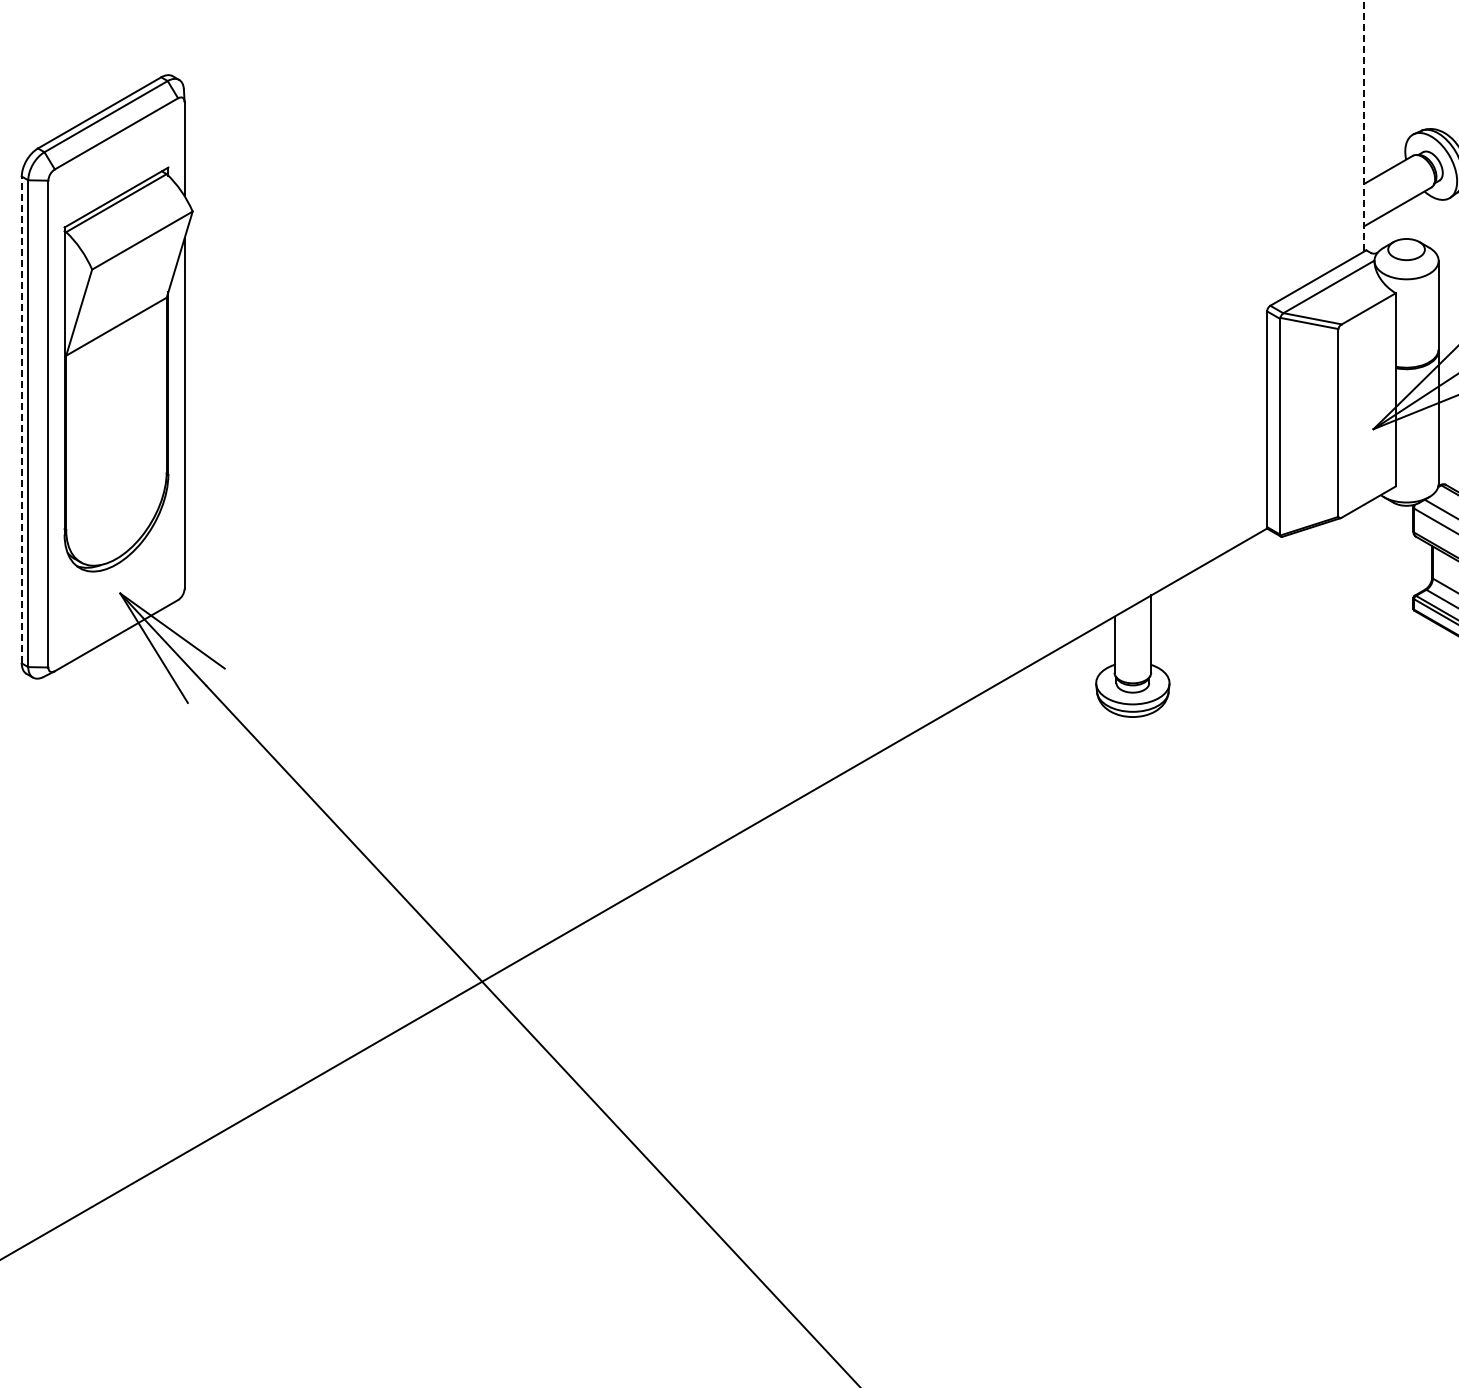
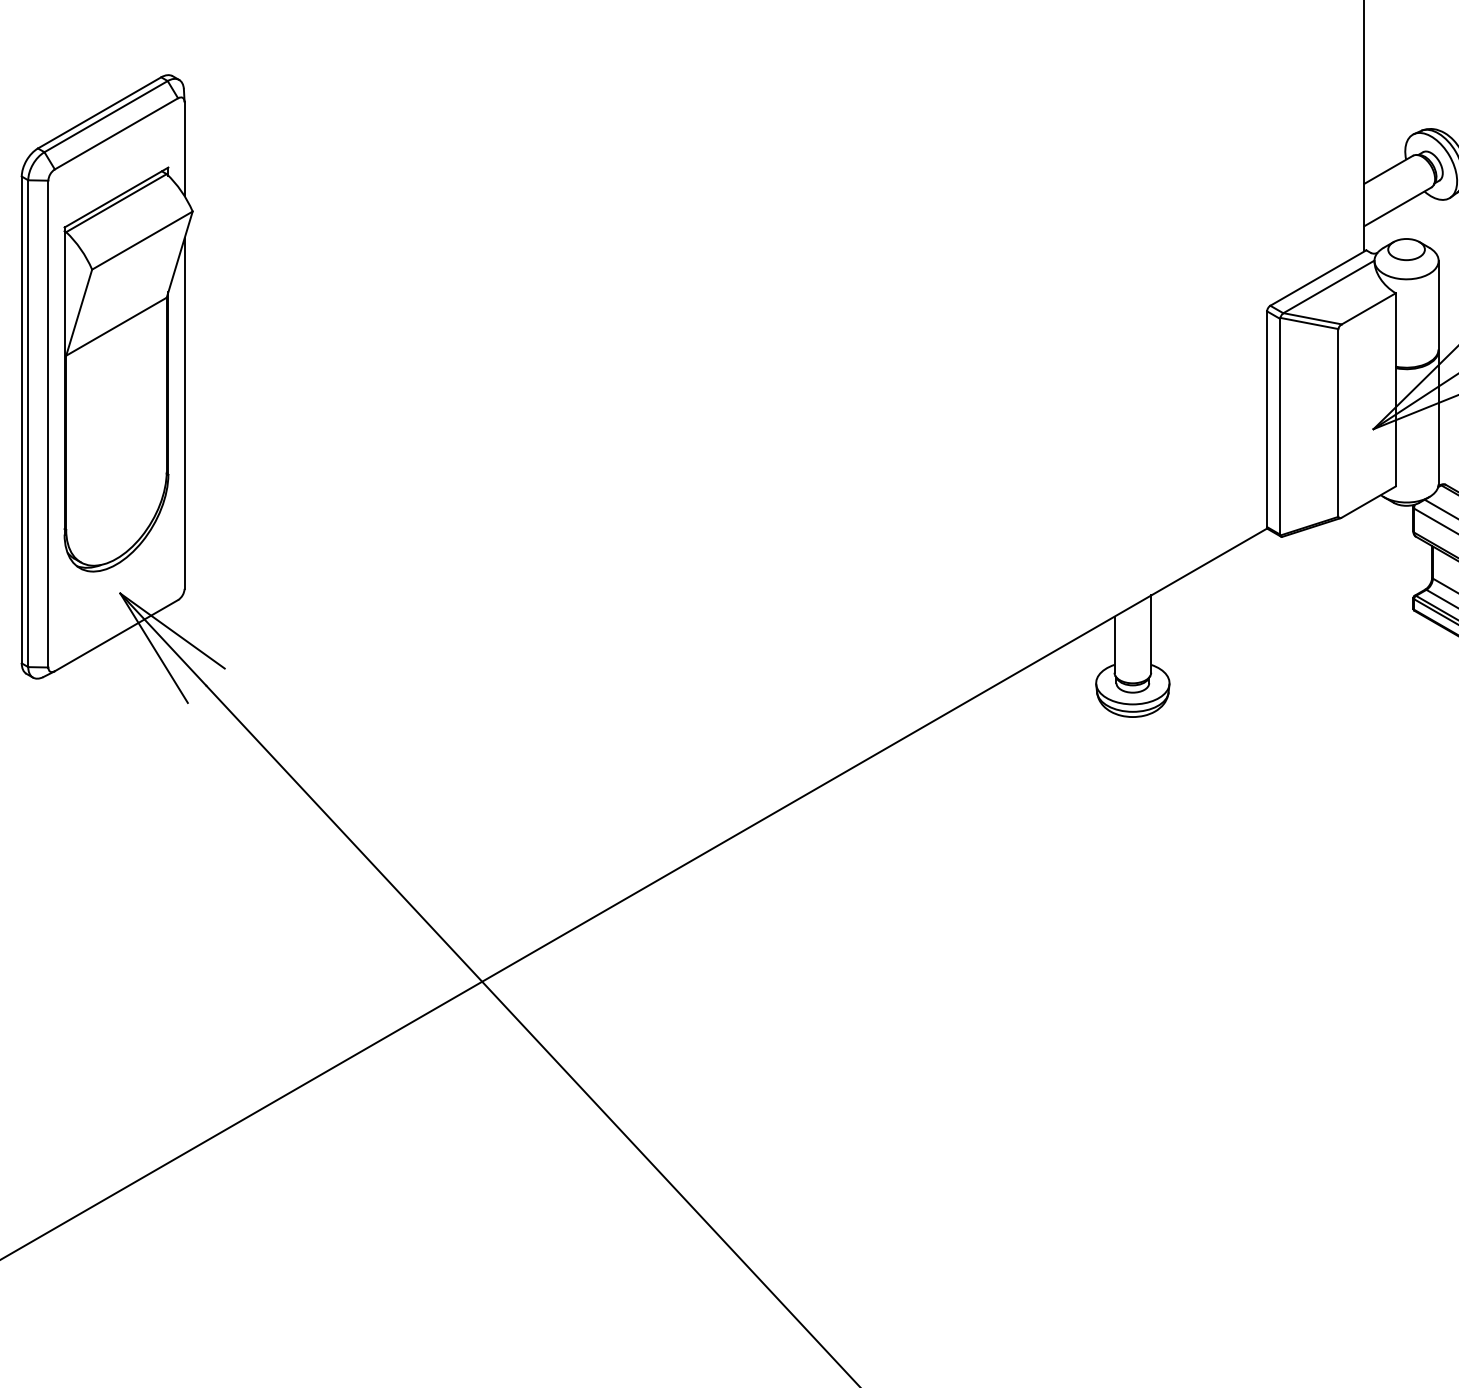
line at (1364, 125): dashed -> solid
line at (21, 419): dashed -> solid
